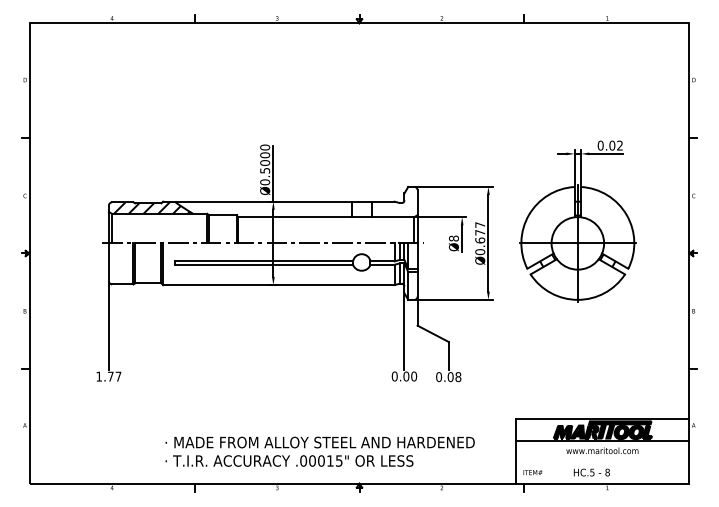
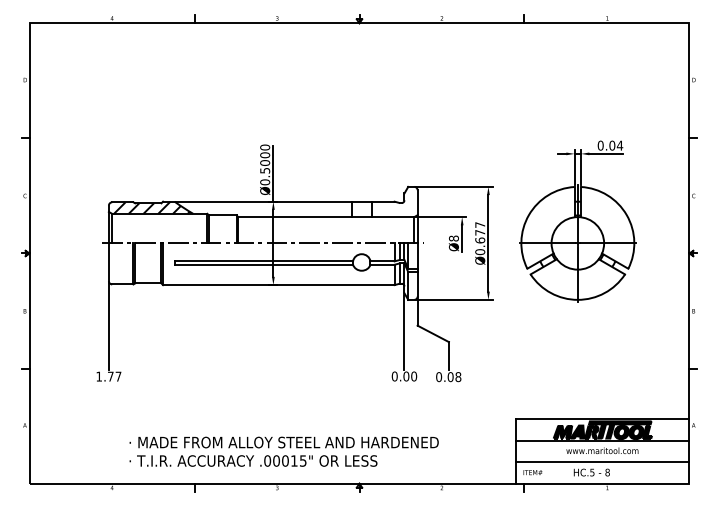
text at (619, 145): 0.02 -> 0.04
text at (319, 451) position: (319, 451) -> (283, 451)
line at (602, 462): none -> present
